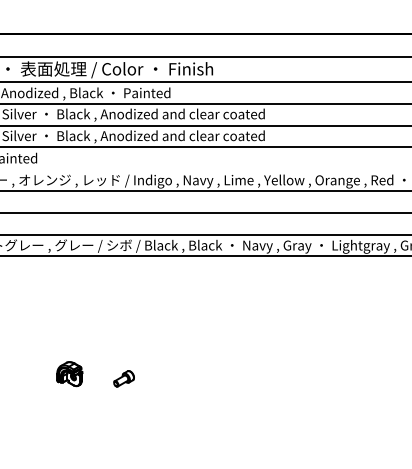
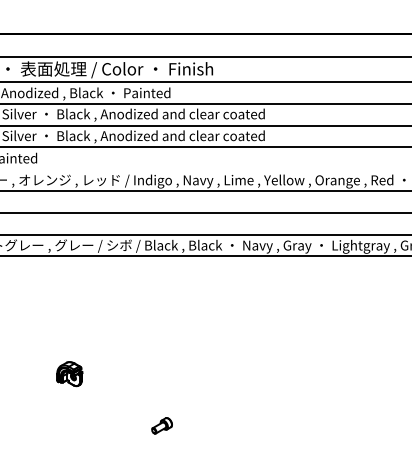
part at (123, 378) position: (123, 378) -> (161, 425)
